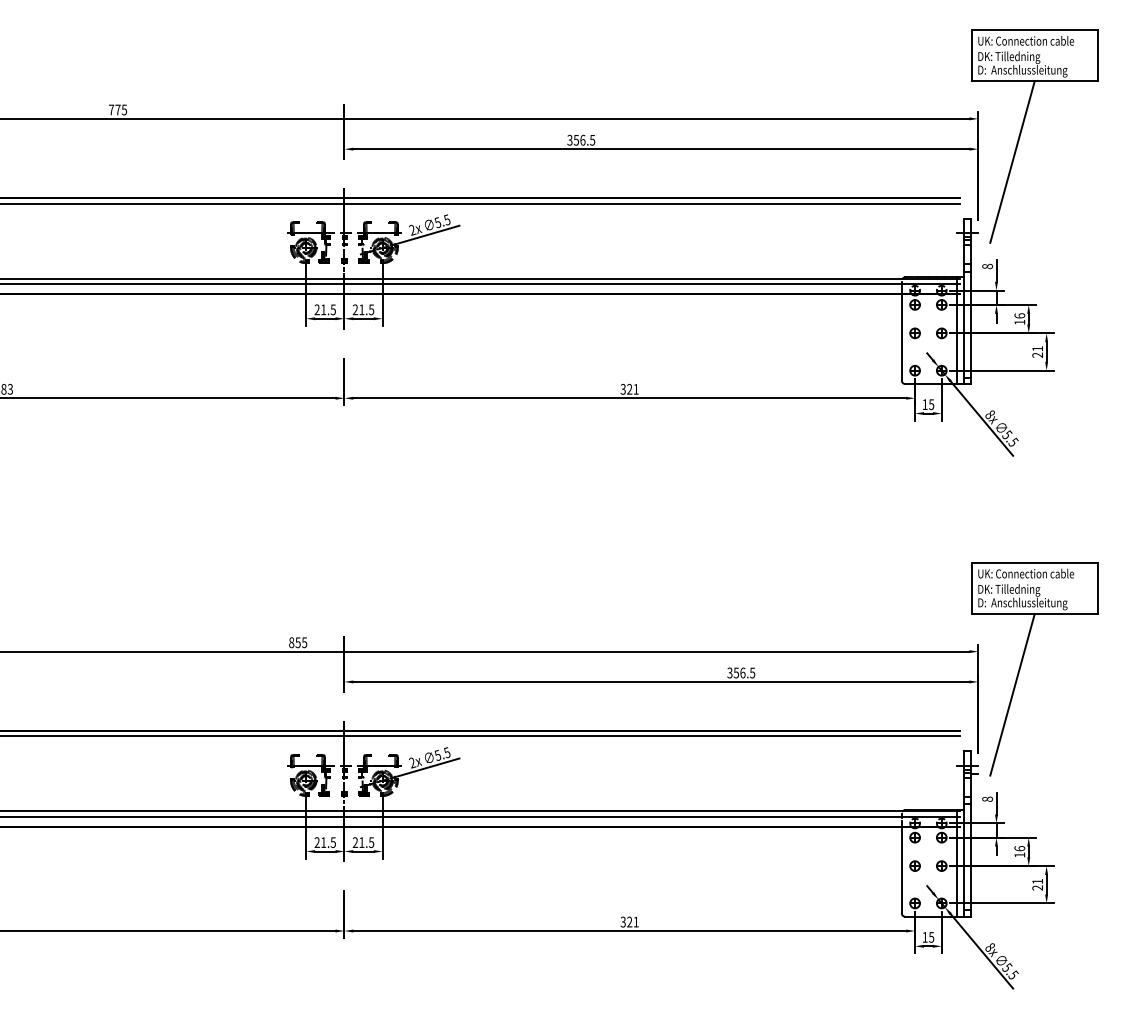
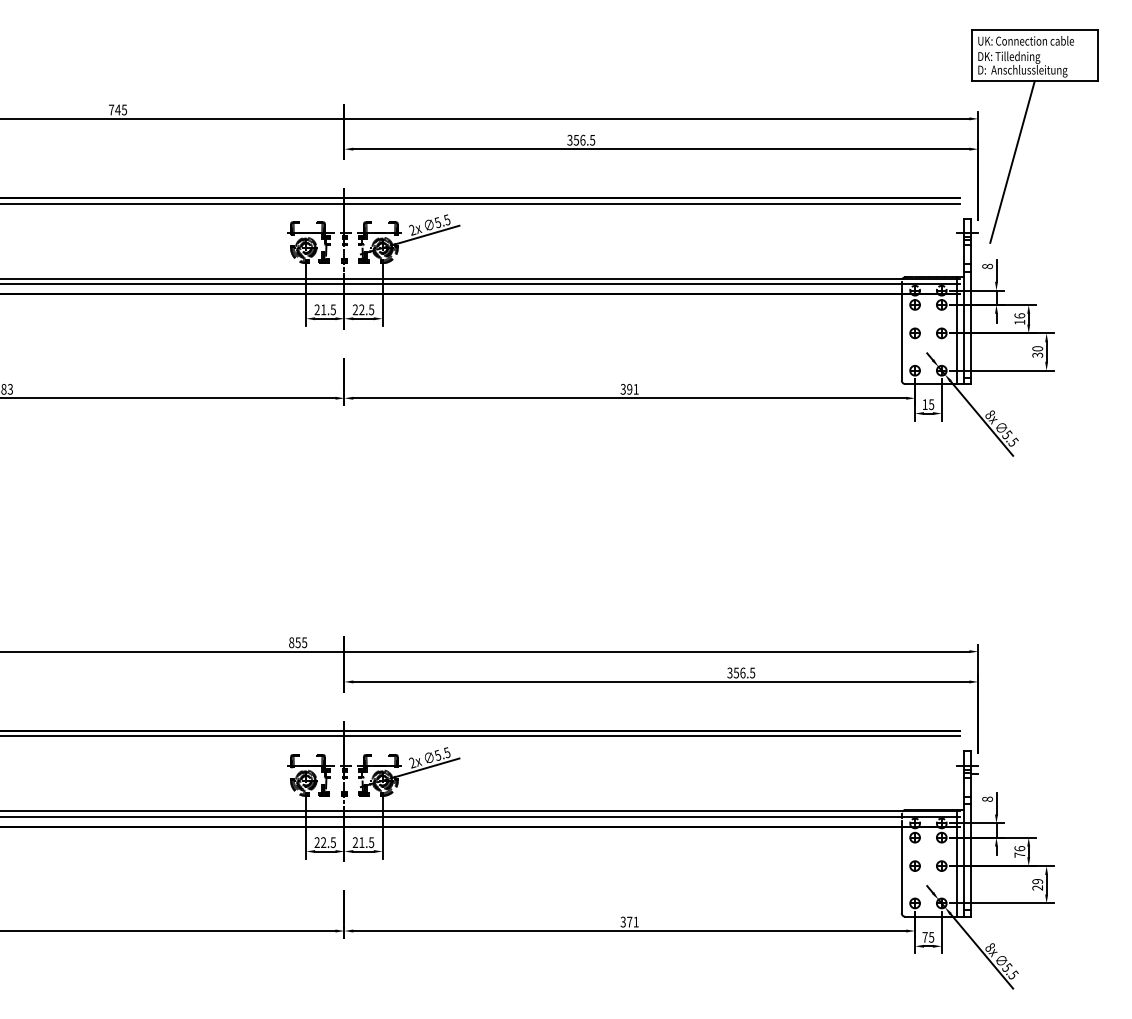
text at (117, 109): 775 -> 745
text at (361, 309): 21.5 -> 22.5
text at (1037, 351): 21 -> 30
text at (629, 389): 321 -> 391
part at (1021, 666): present -> none
text at (323, 842): 21.5 -> 22.5
text at (1019, 854): 16 -> 76
text at (1037, 881): 21 -> 29
text at (629, 921): 321 -> 371
text at (924, 937): 15 -> 75
